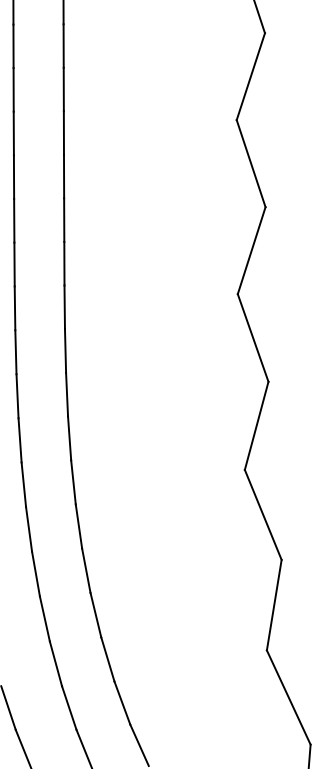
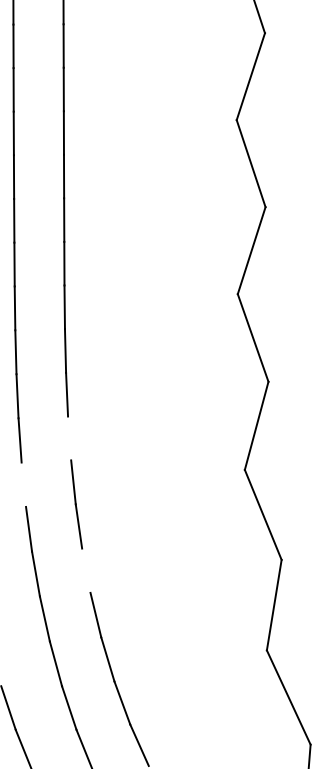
line at (69, 438): present -> none
line at (23, 484): present -> none
line at (86, 570): present -> none
